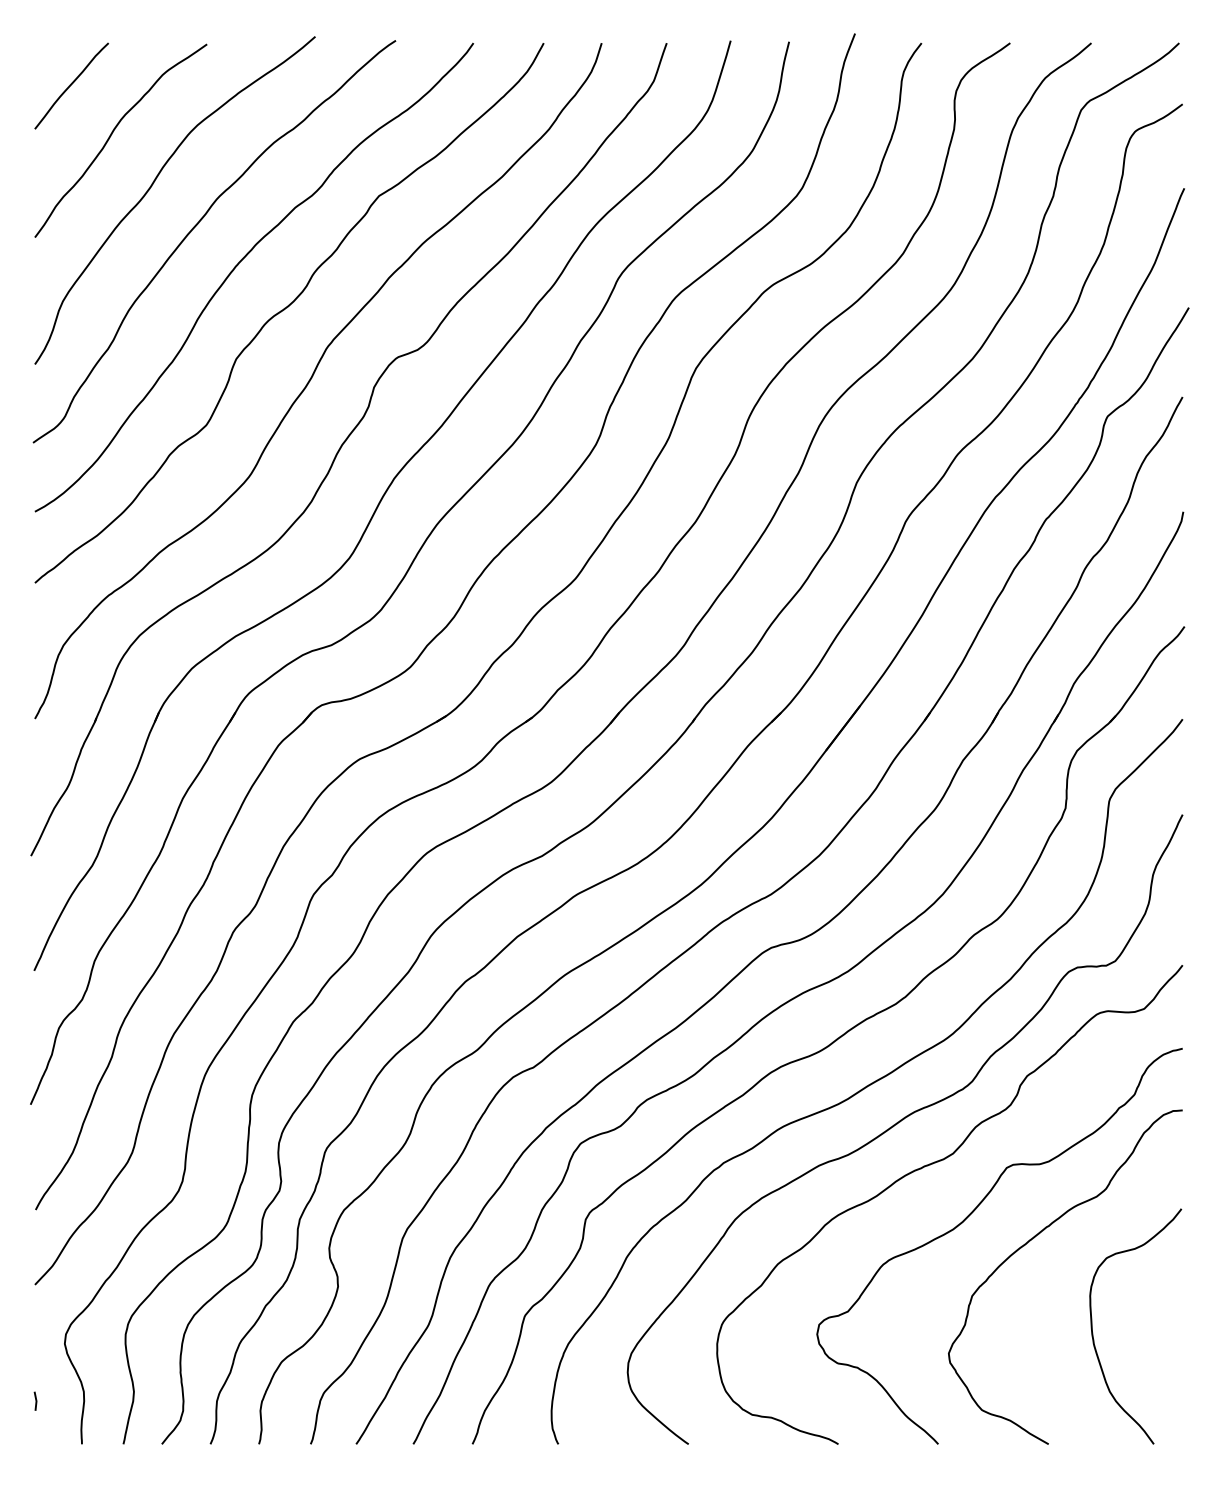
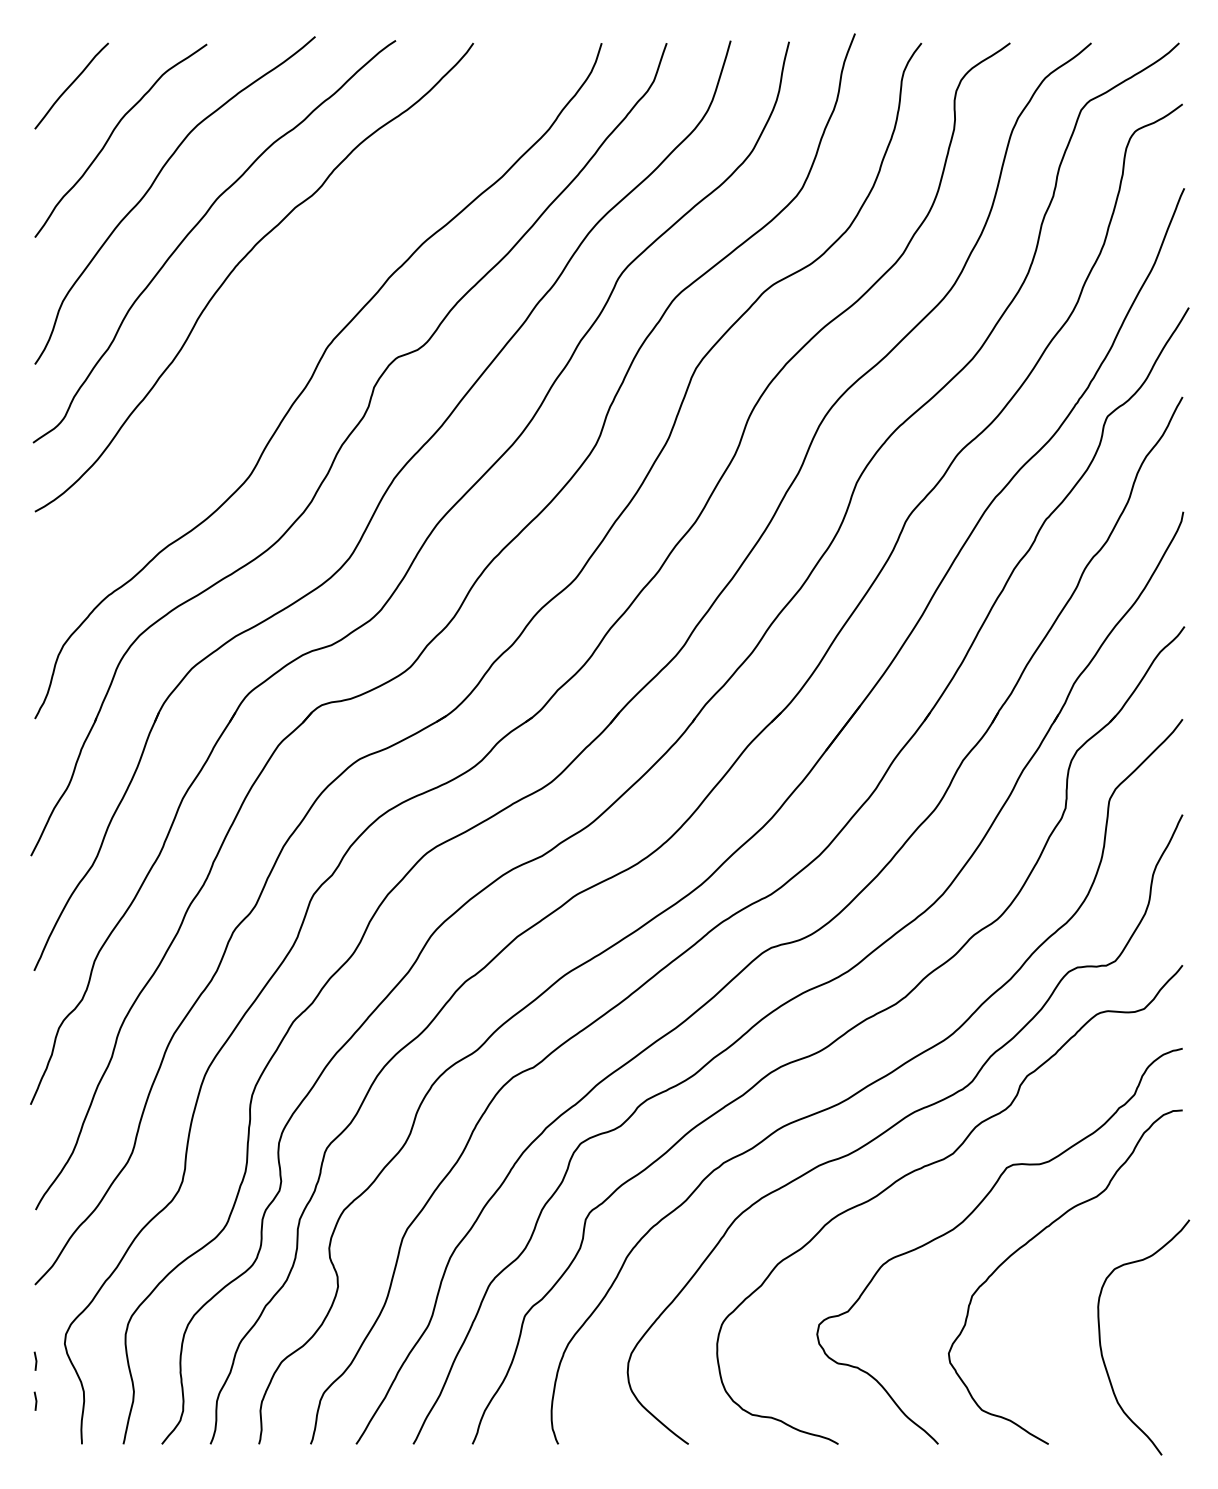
curve at (285, 309): present -> none
curve at (1093, 1333) position: (1093, 1333) -> (1101, 1344)
line at (35, 1360): none -> present
